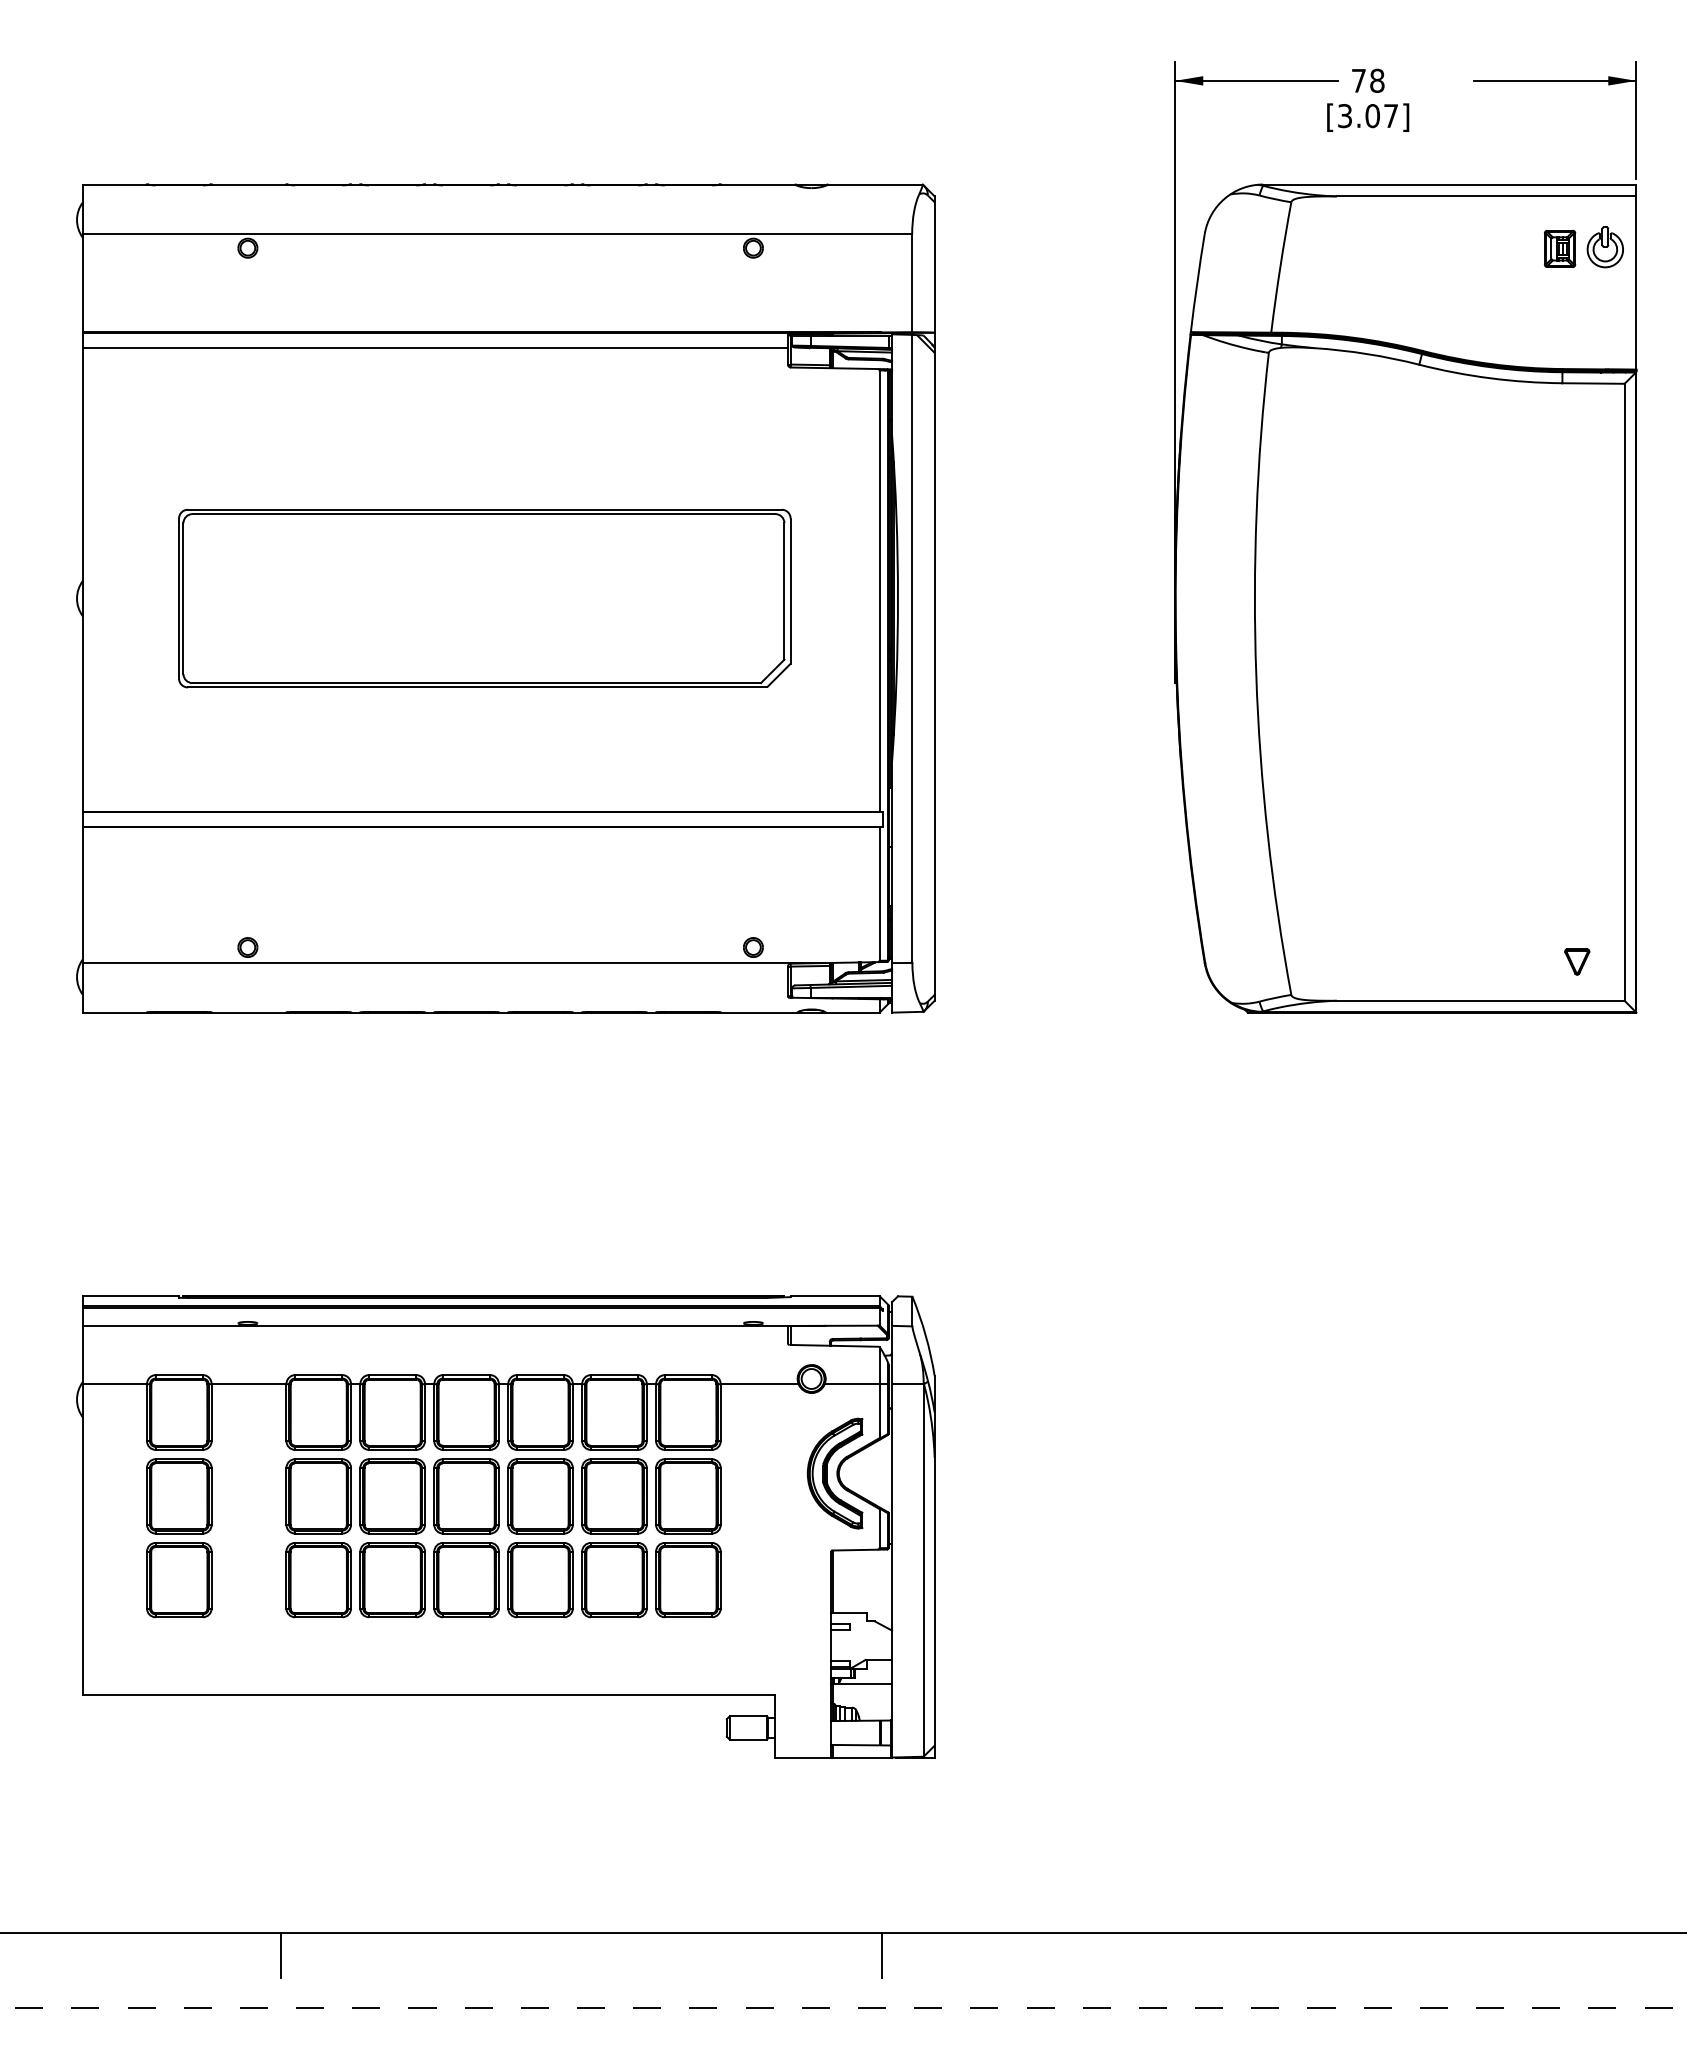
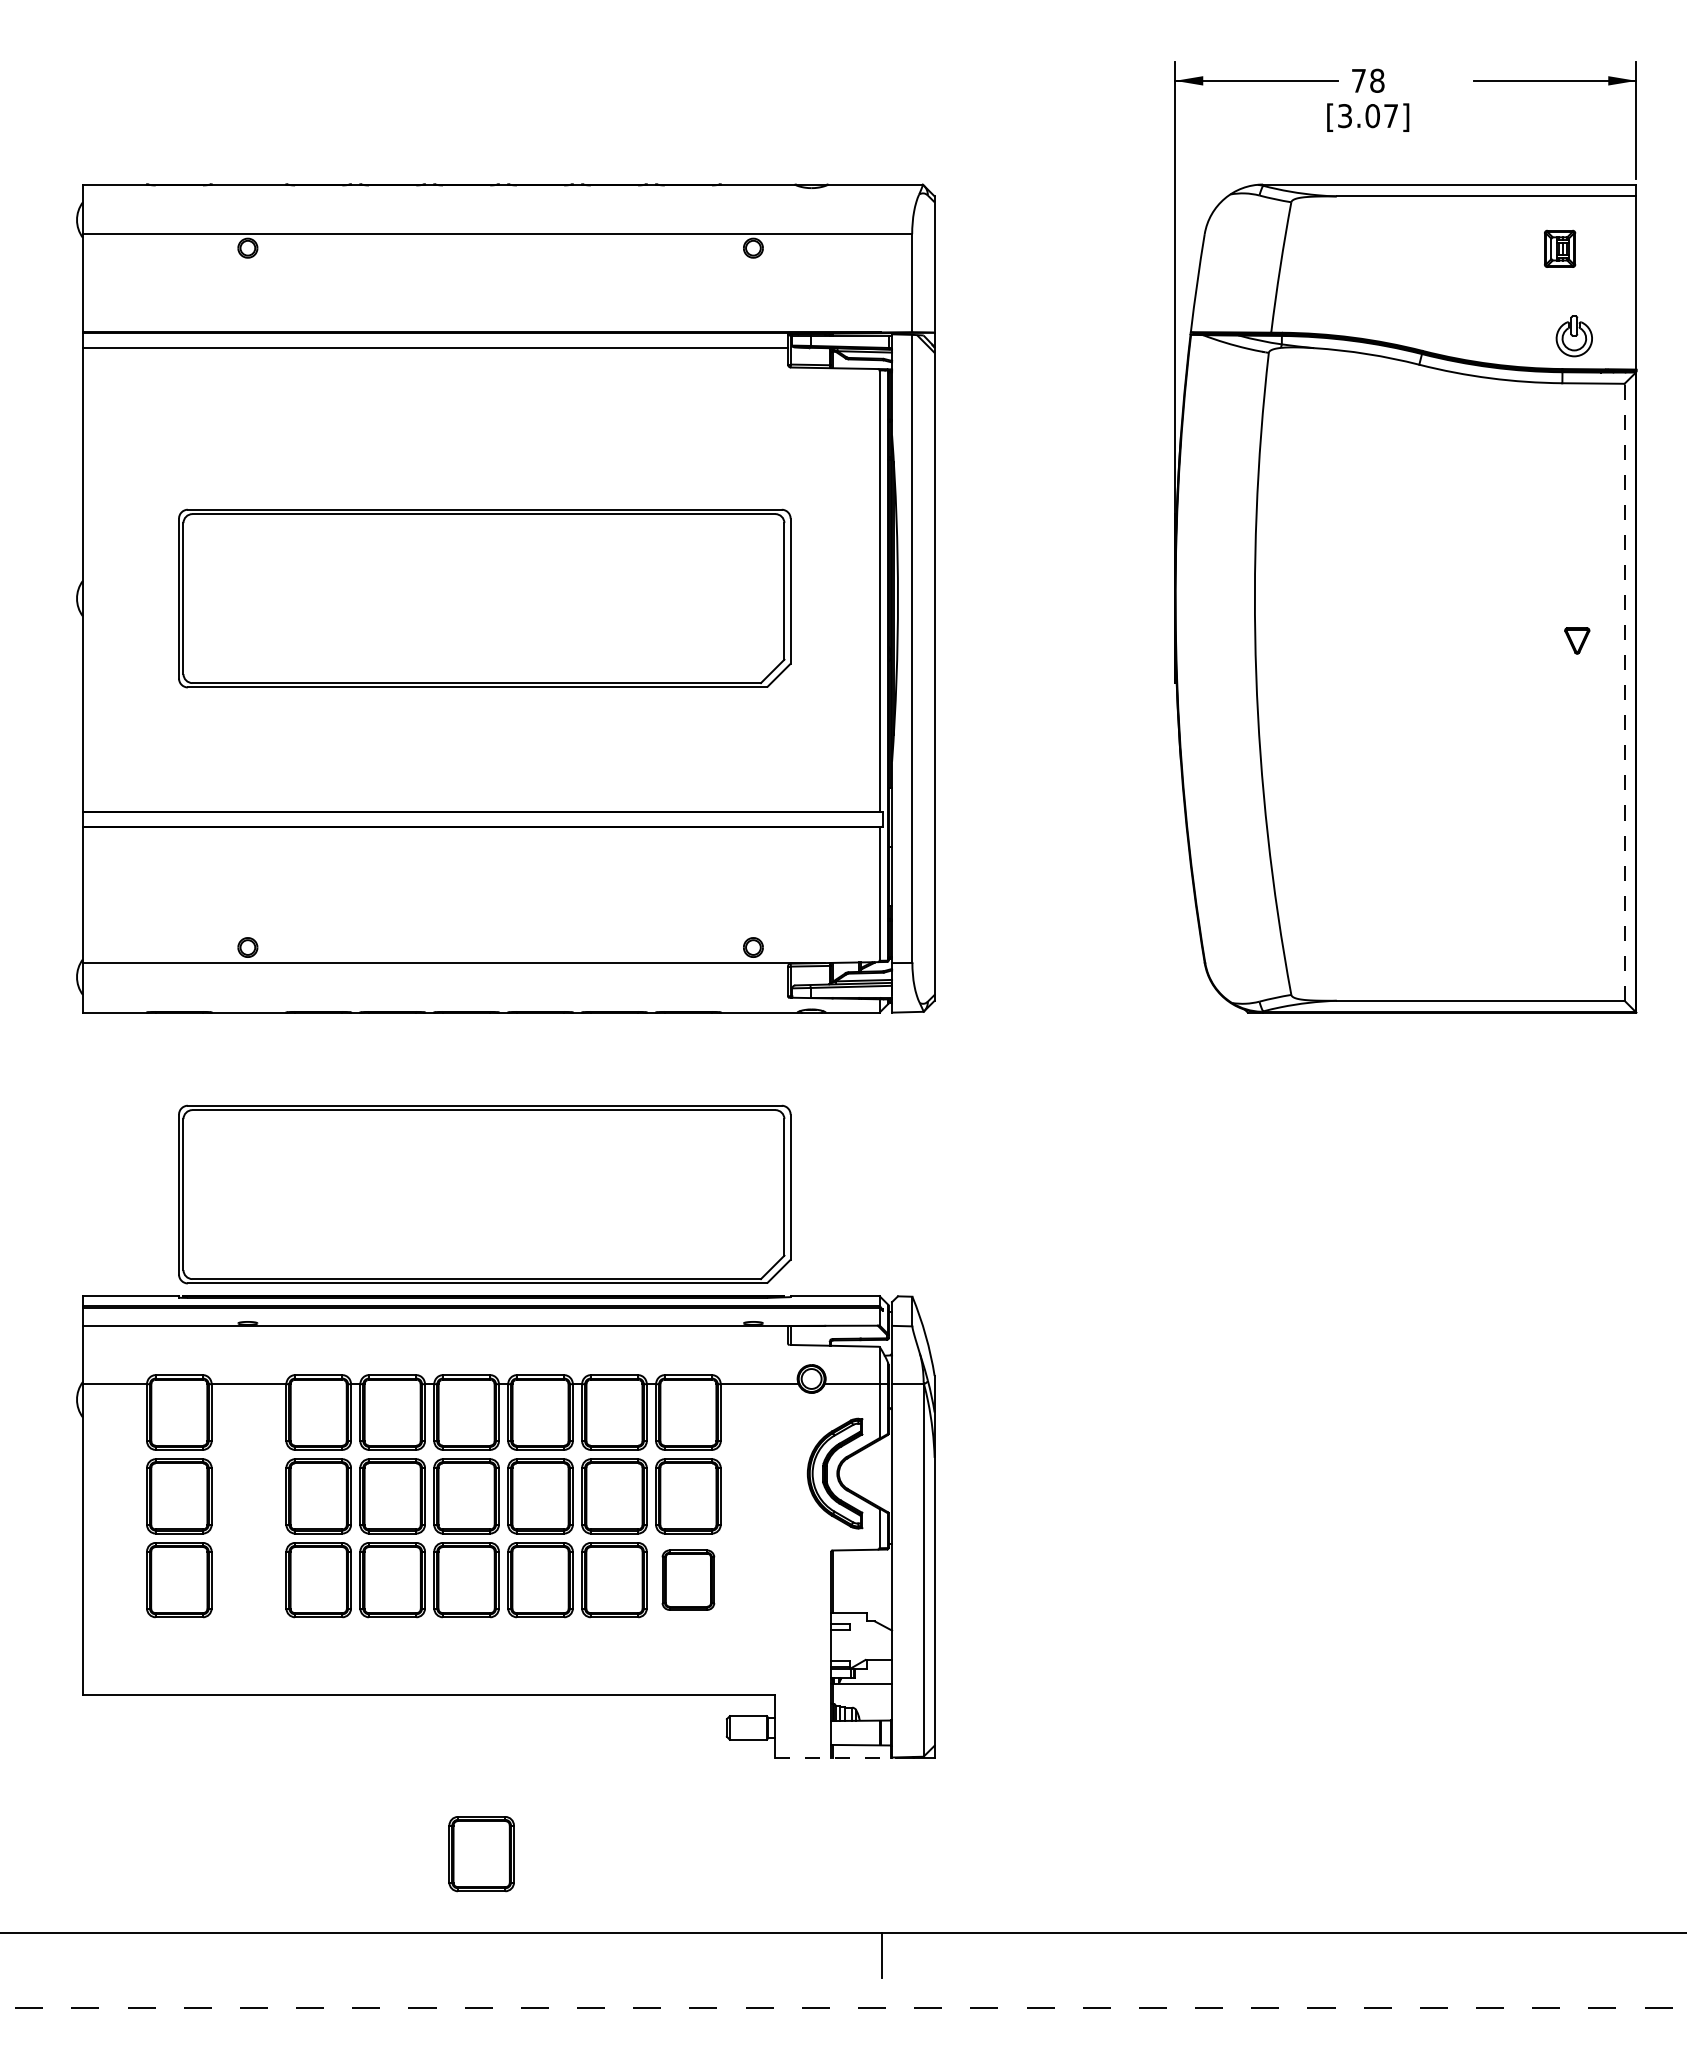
part at (1604, 247) position: (1604, 247) -> (1573, 336)
line at (1624, 691): solid -> dashed
part at (1577, 961) position: (1577, 961) -> (1577, 640)
part at (484, 1194): none -> present
part at (688, 1580) size: 67x77 px -> 55x62 px
line at (833, 1757): solid -> dashed
part at (481, 1854): none -> present
line at (280, 1954): present -> none
